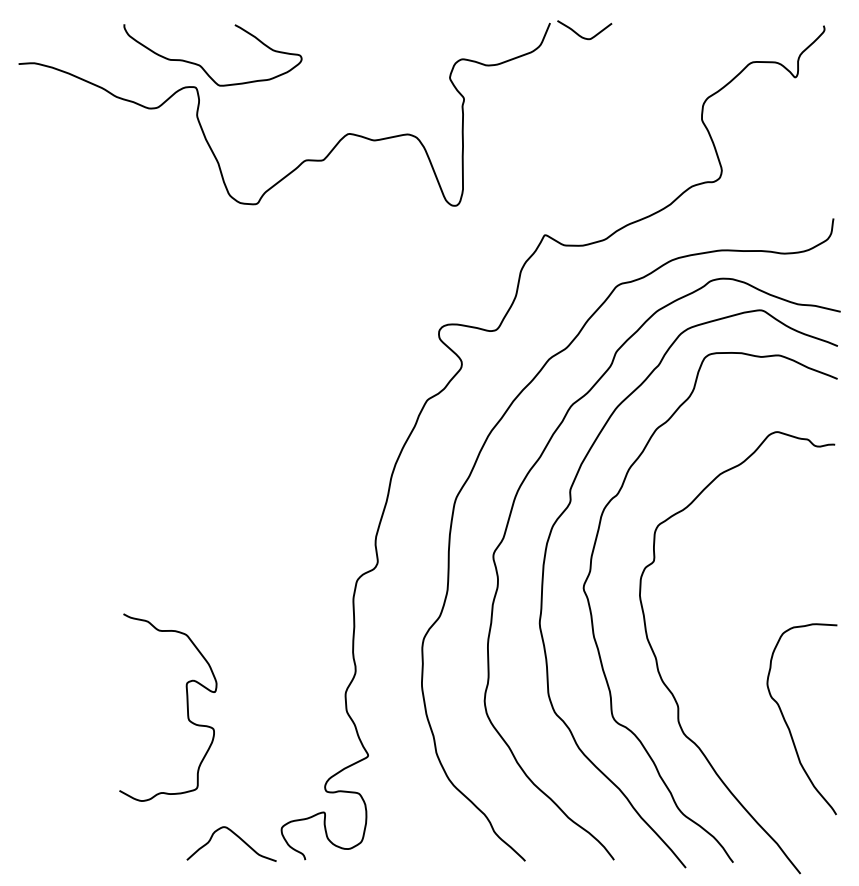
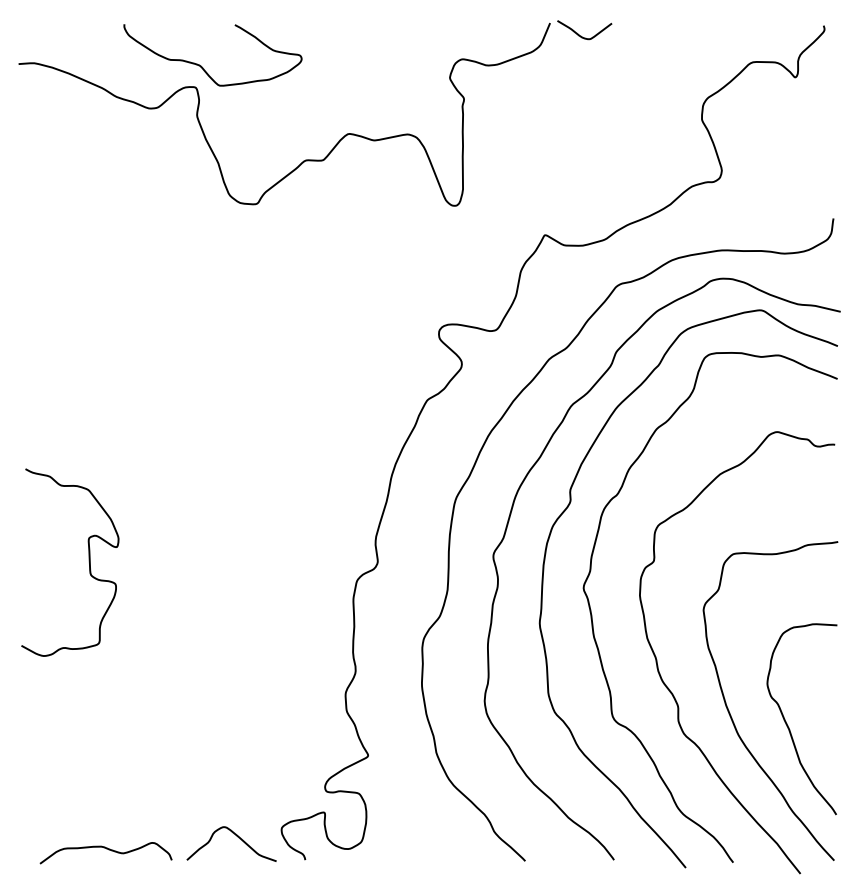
curve at (186, 706) position: (186, 706) -> (88, 561)
curve at (732, 717): none -> present
curve at (106, 849): none -> present
